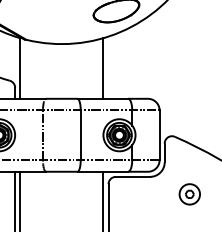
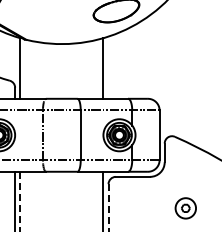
part at (189, 194) position: (189, 194) -> (185, 208)
line at (20, 201): solid -> dashed
line at (108, 208): solid -> dashed
